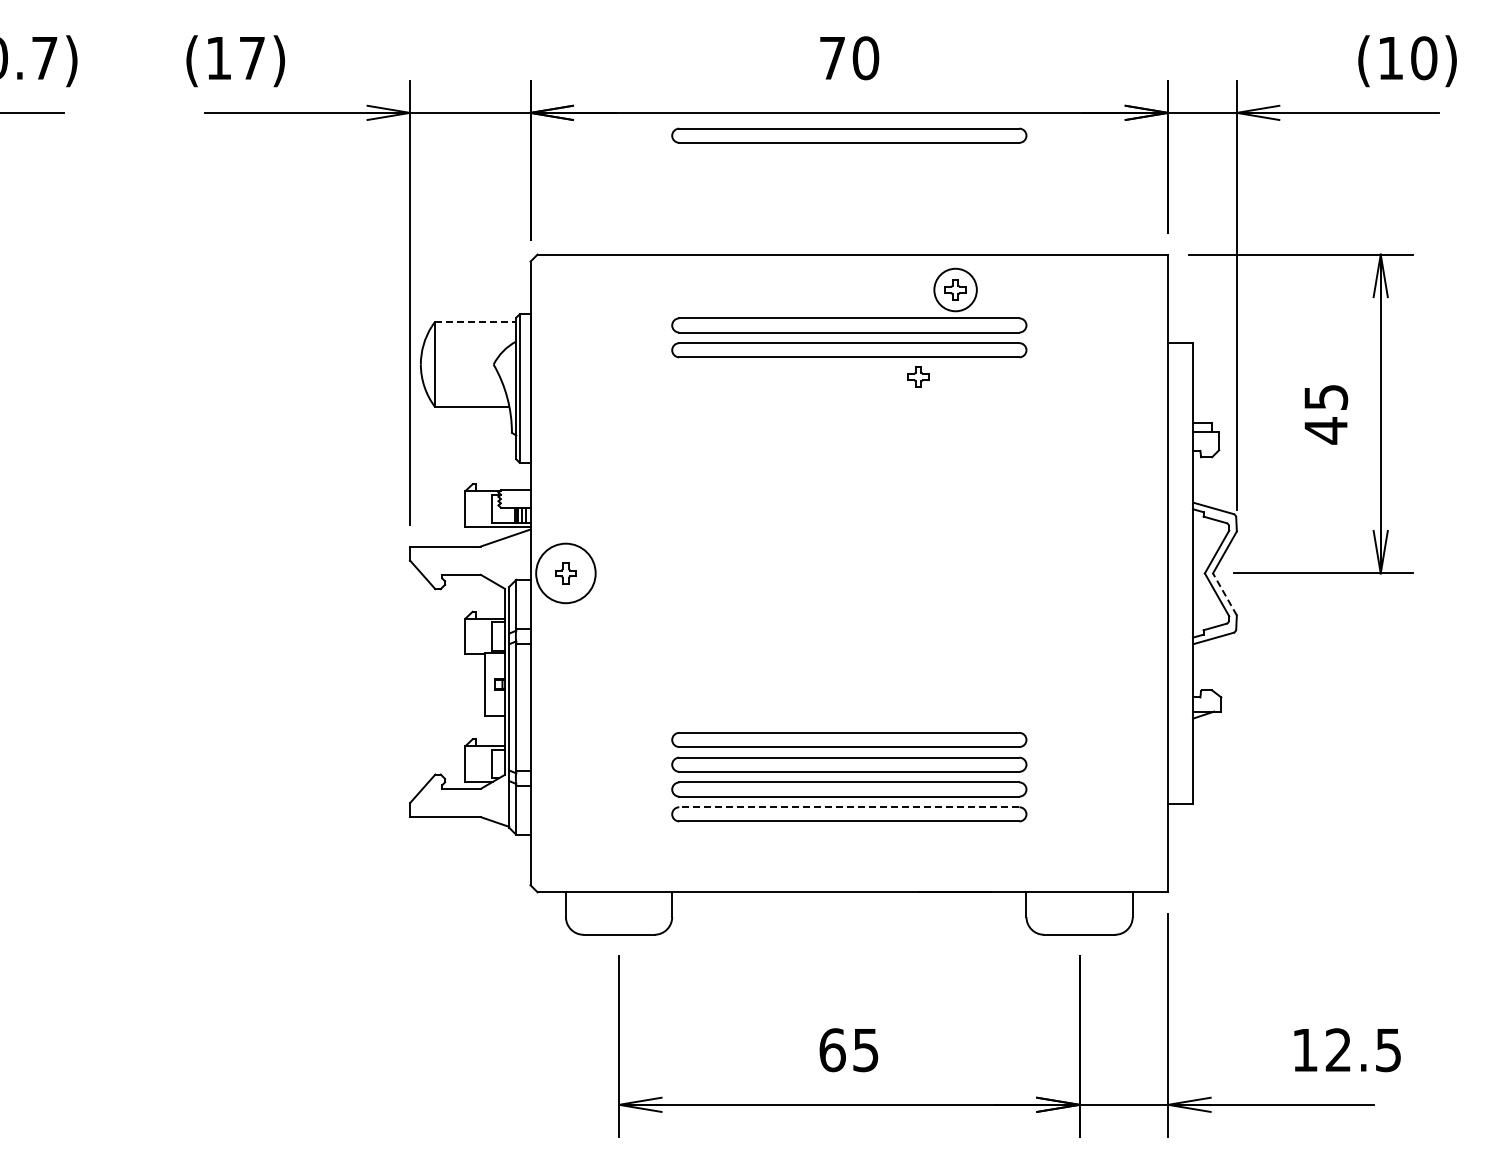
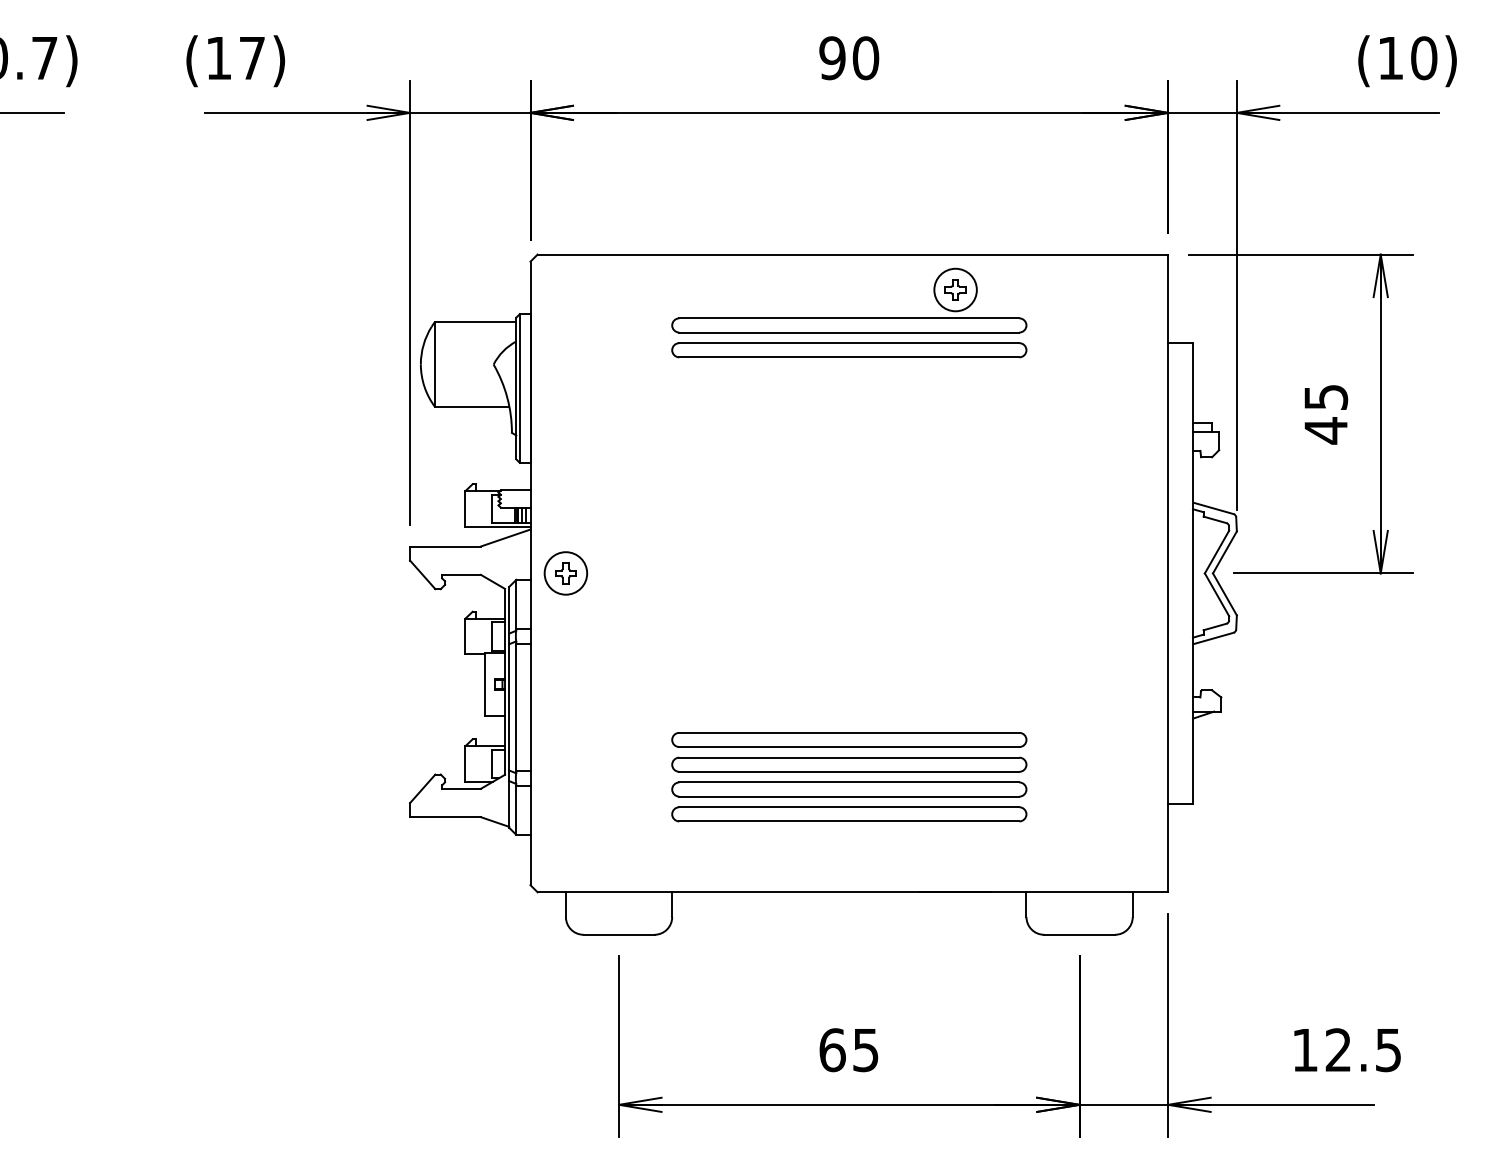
text at (832, 58): 70 -> 90
part at (849, 135): present -> none
line at (475, 321): dashed -> solid
part at (918, 376): present -> none
circle at (565, 573) diameter: 60 px -> 43 px
line at (1224, 594): dashed -> solid
line at (848, 807): dashed -> solid
